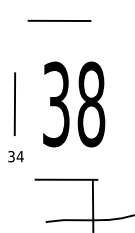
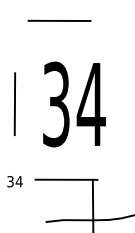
text at (90, 104): 38 -> 34
text at (15, 156) position: (15, 156) -> (14, 181)
